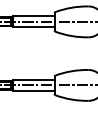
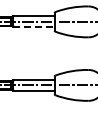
line at (33, 27): solid -> dashed
